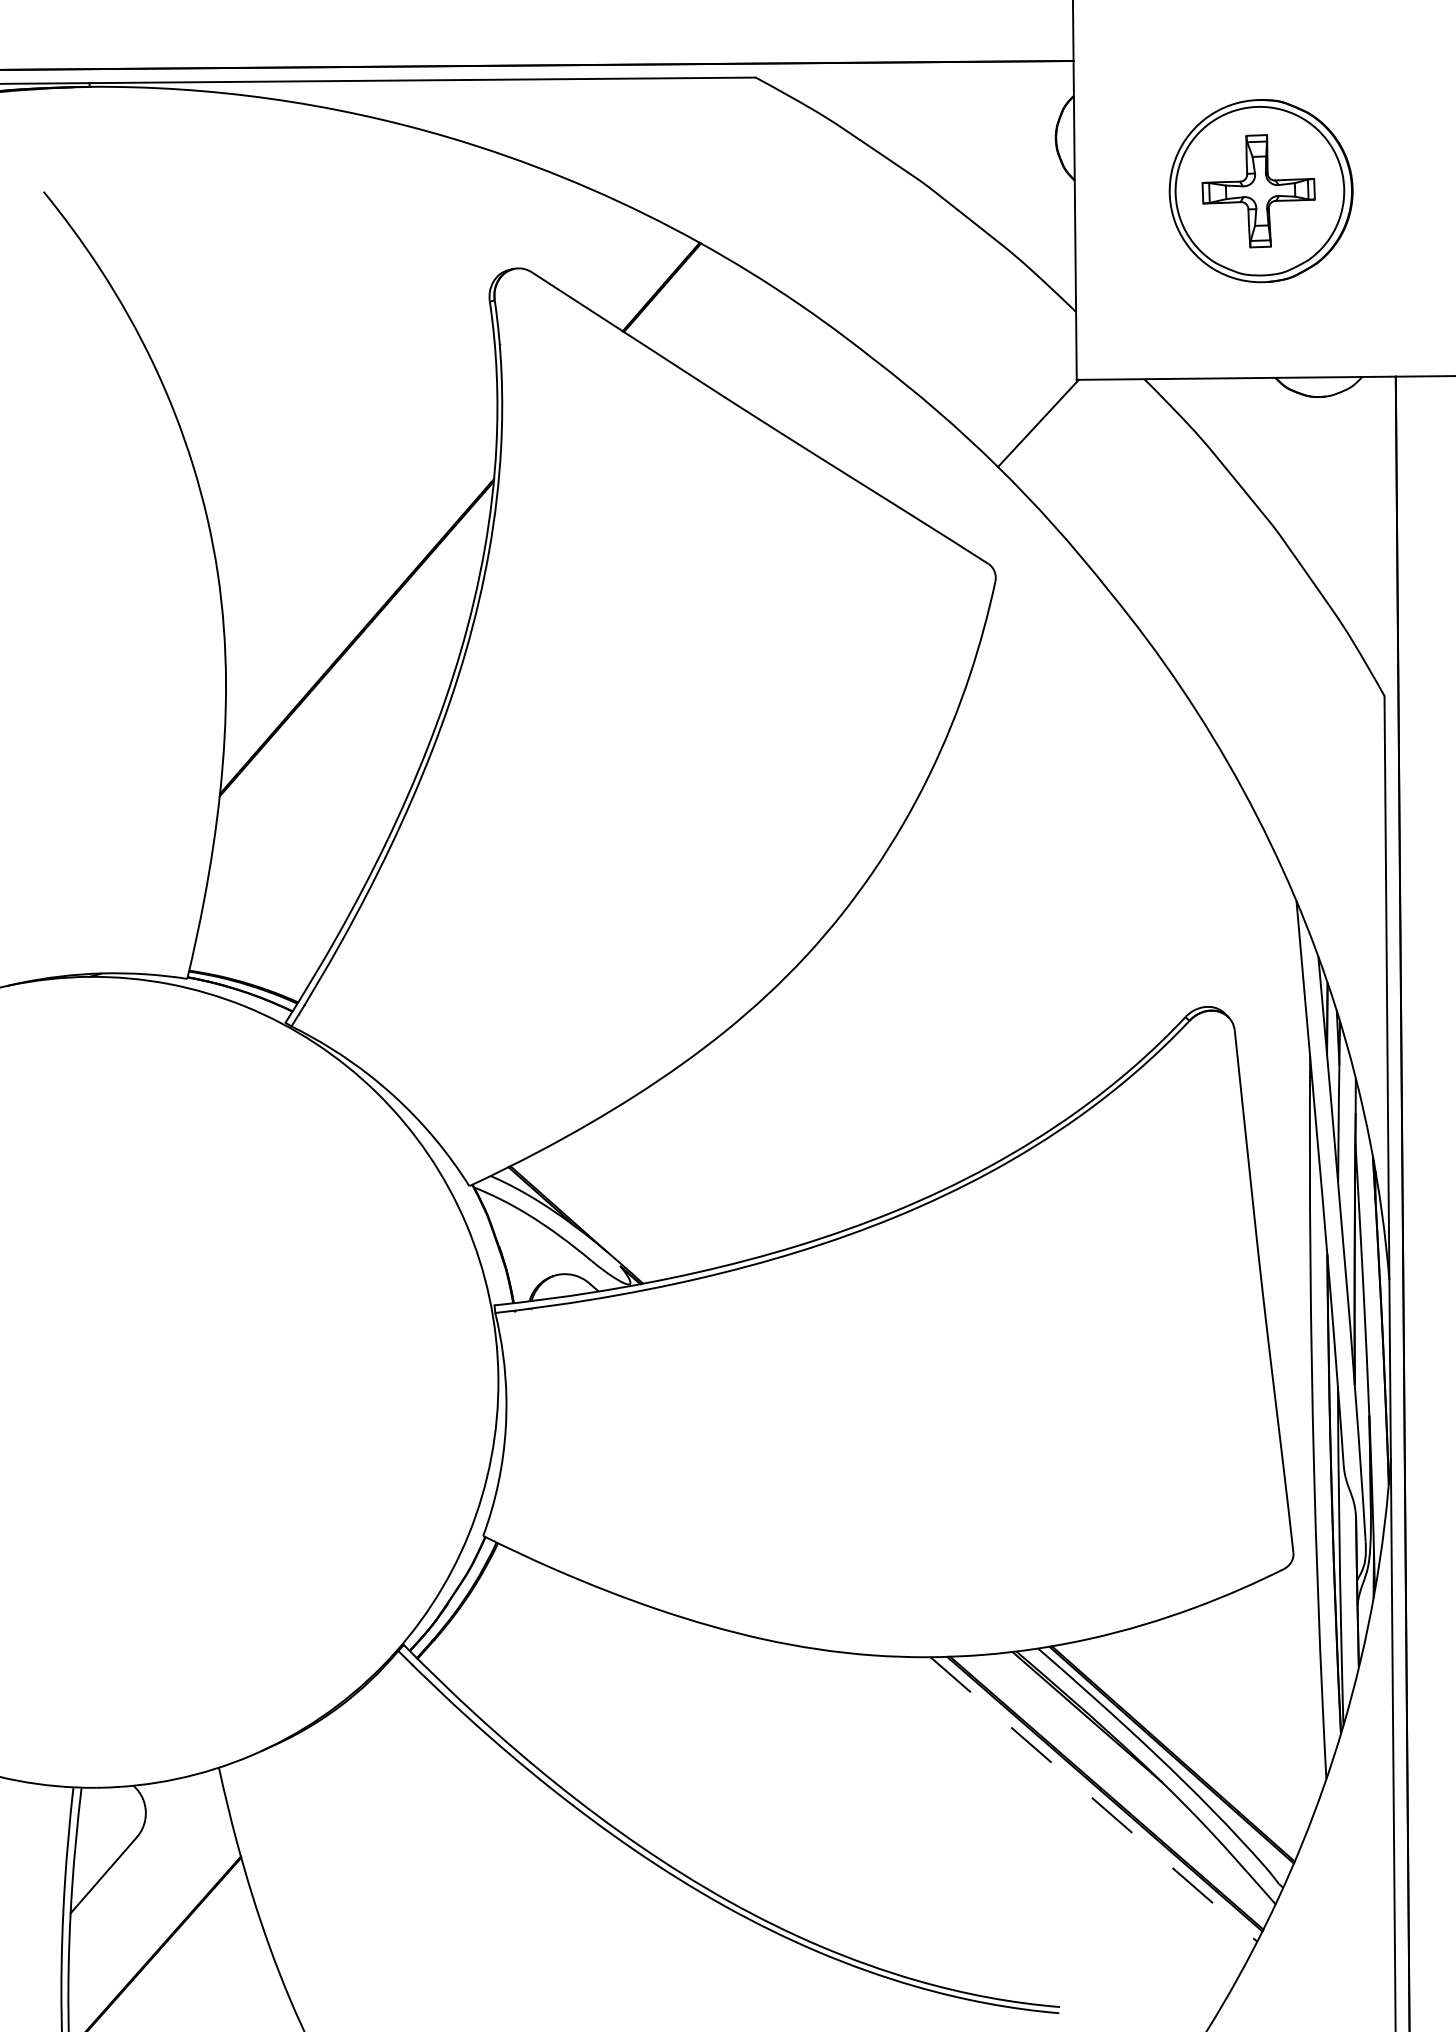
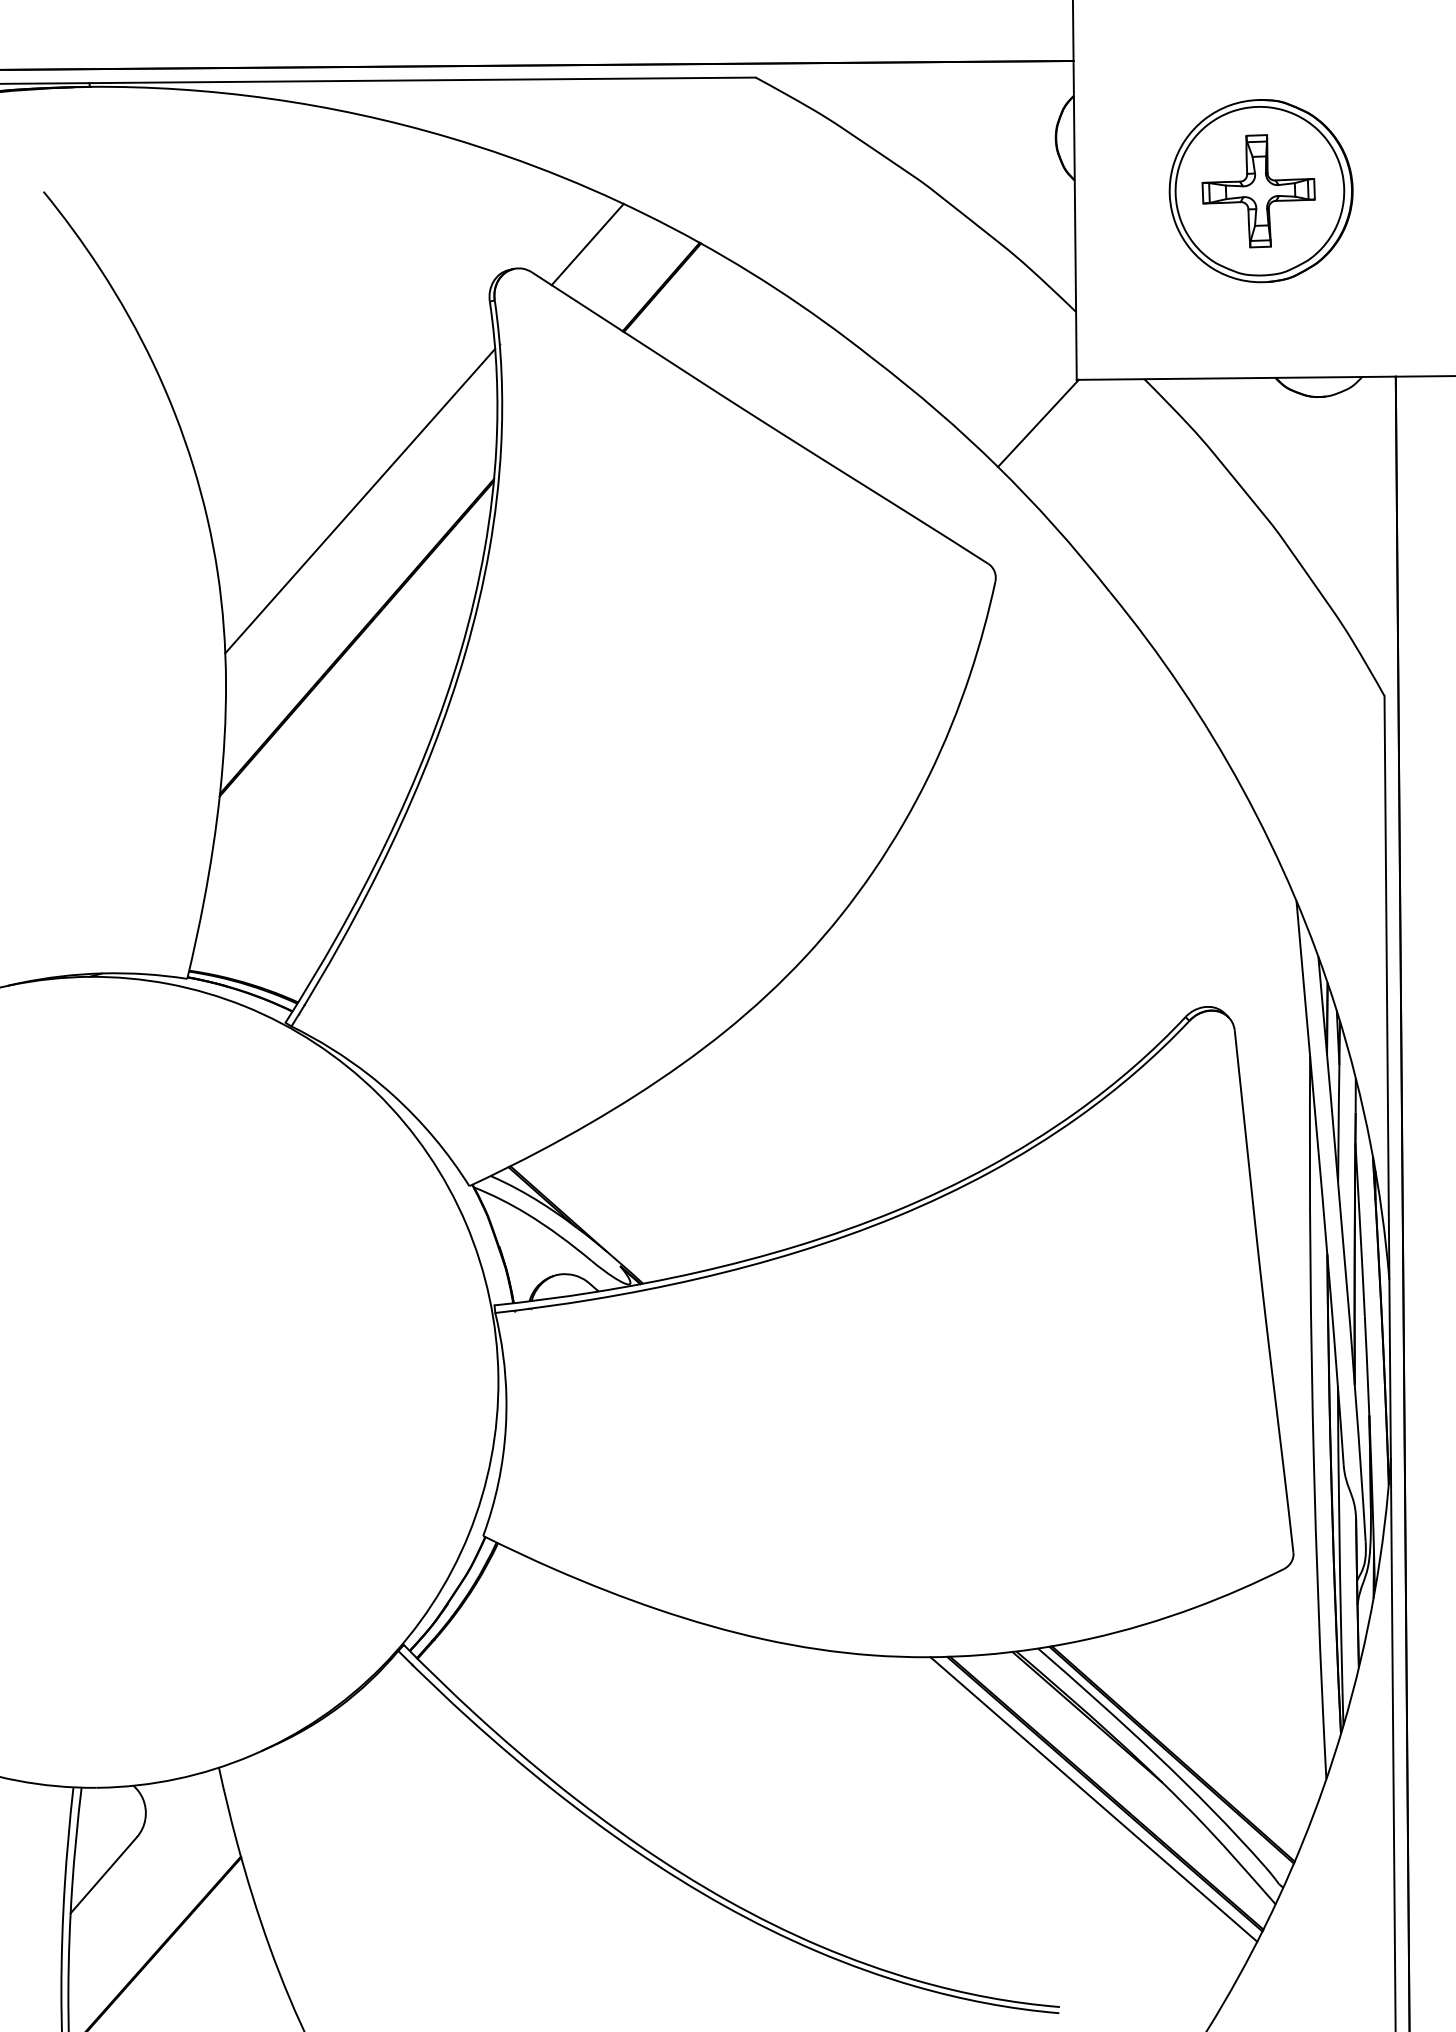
line at (587, 244): none -> present
line at (360, 500): none -> present
line at (1093, 1799): dashed -> solid
